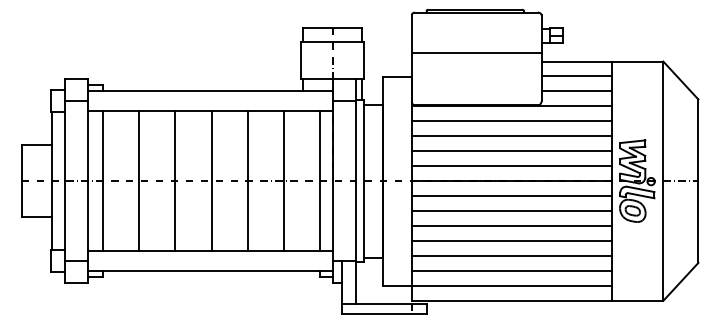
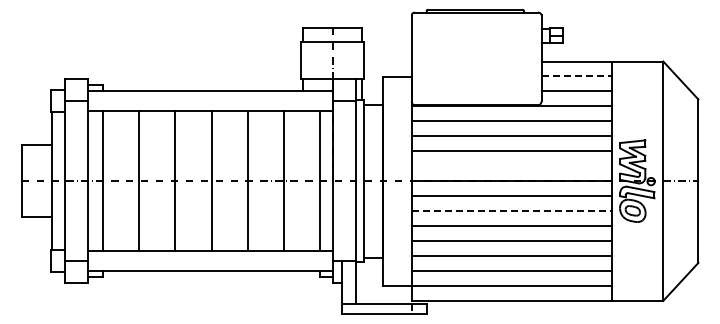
line at (476, 53): present -> none
line at (577, 76): solid -> dashed
line at (511, 166): present -> none
line at (511, 211): solid -> dashed
